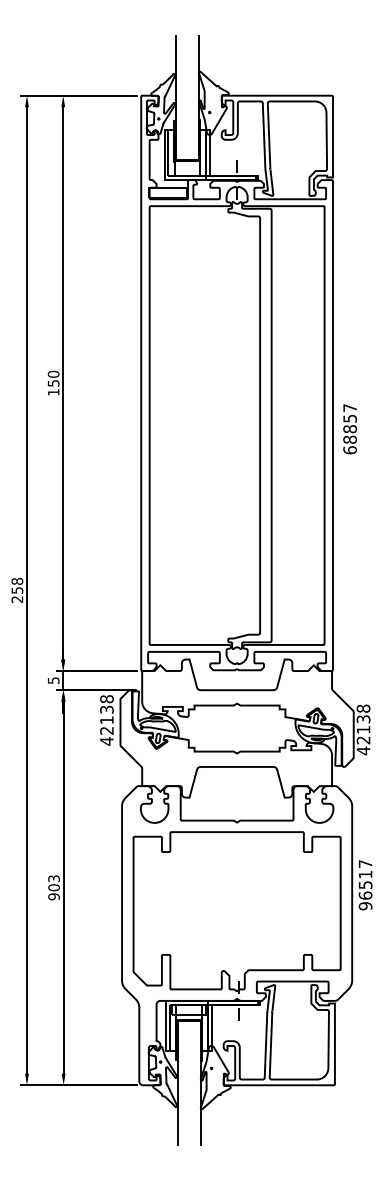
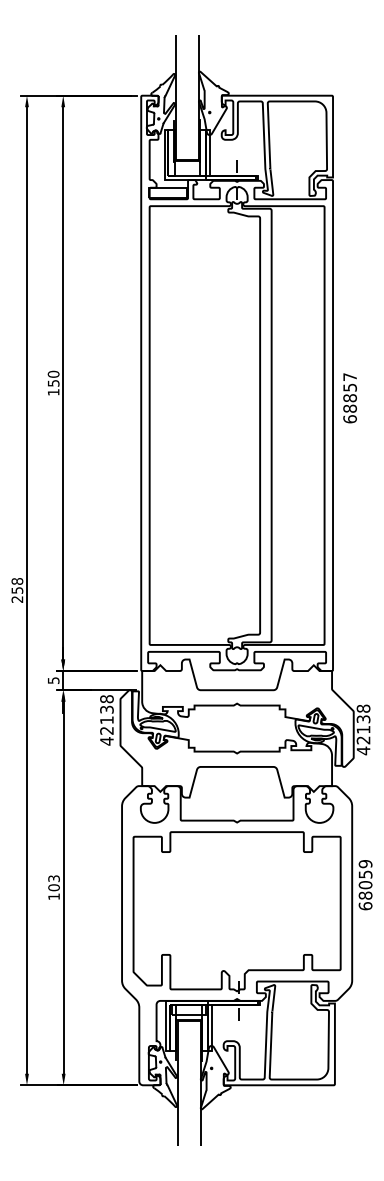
text at (349, 429) position: (349, 429) -> (349, 398)
text at (365, 885): 96517 -> 68059
text at (53, 896): 903 -> 103
